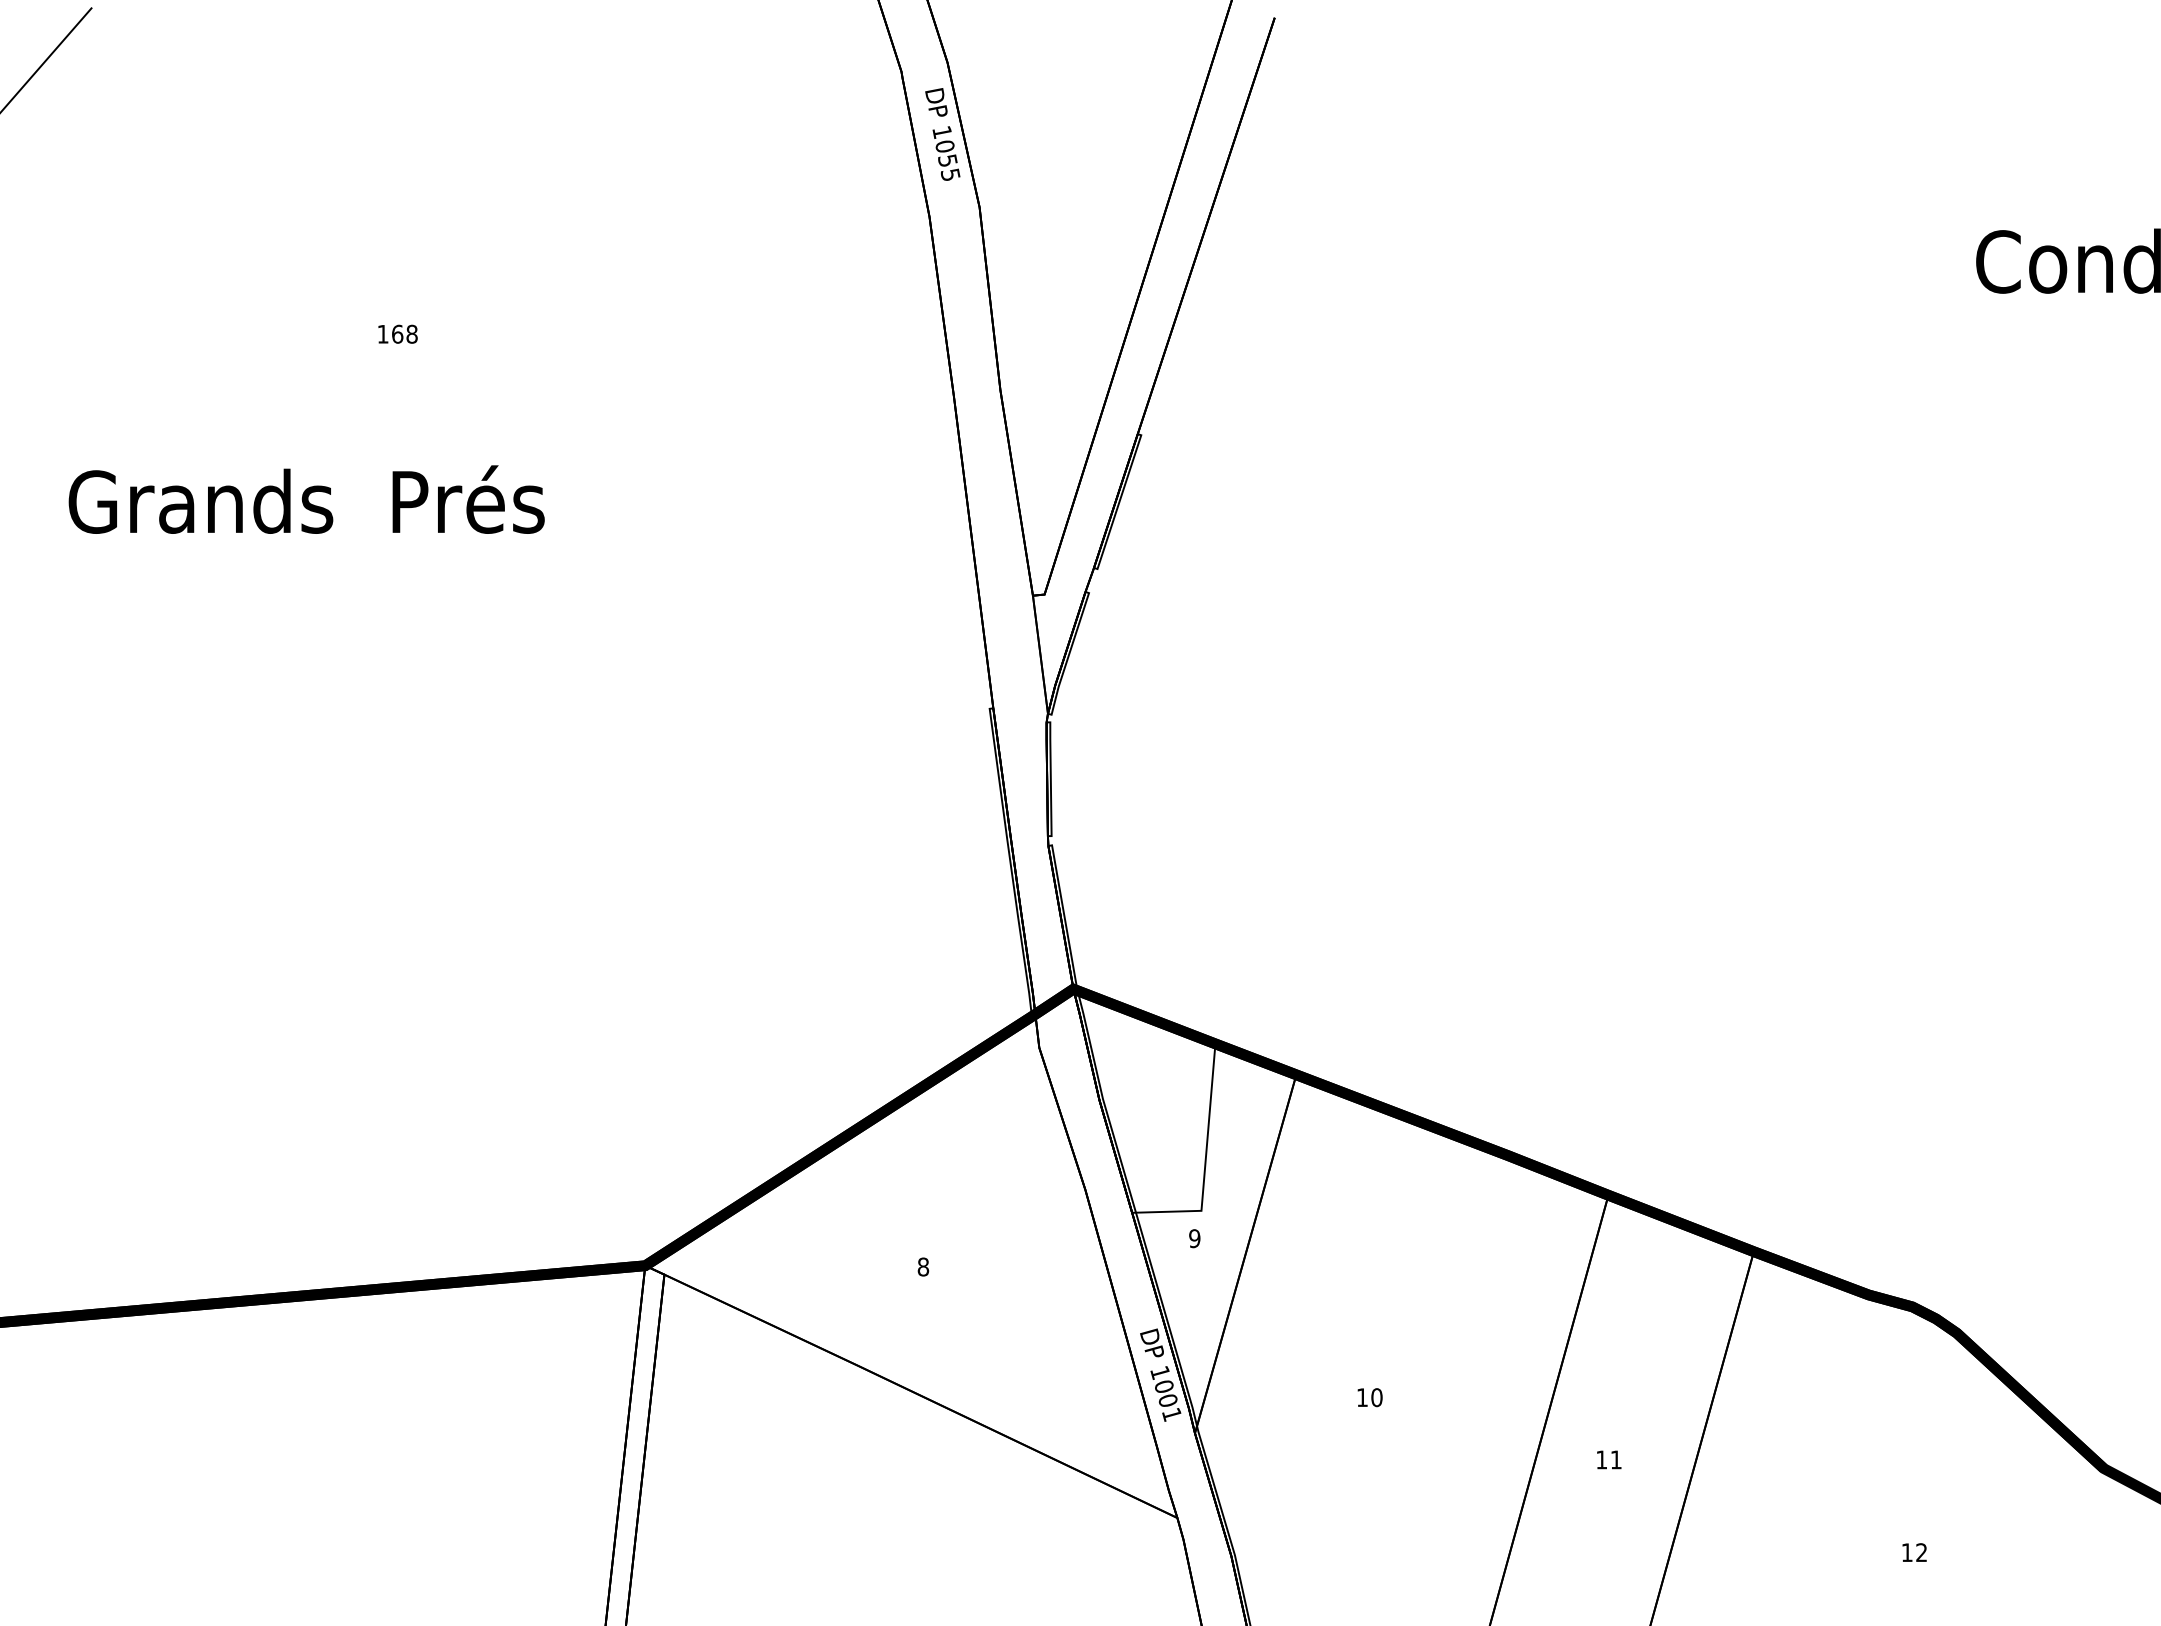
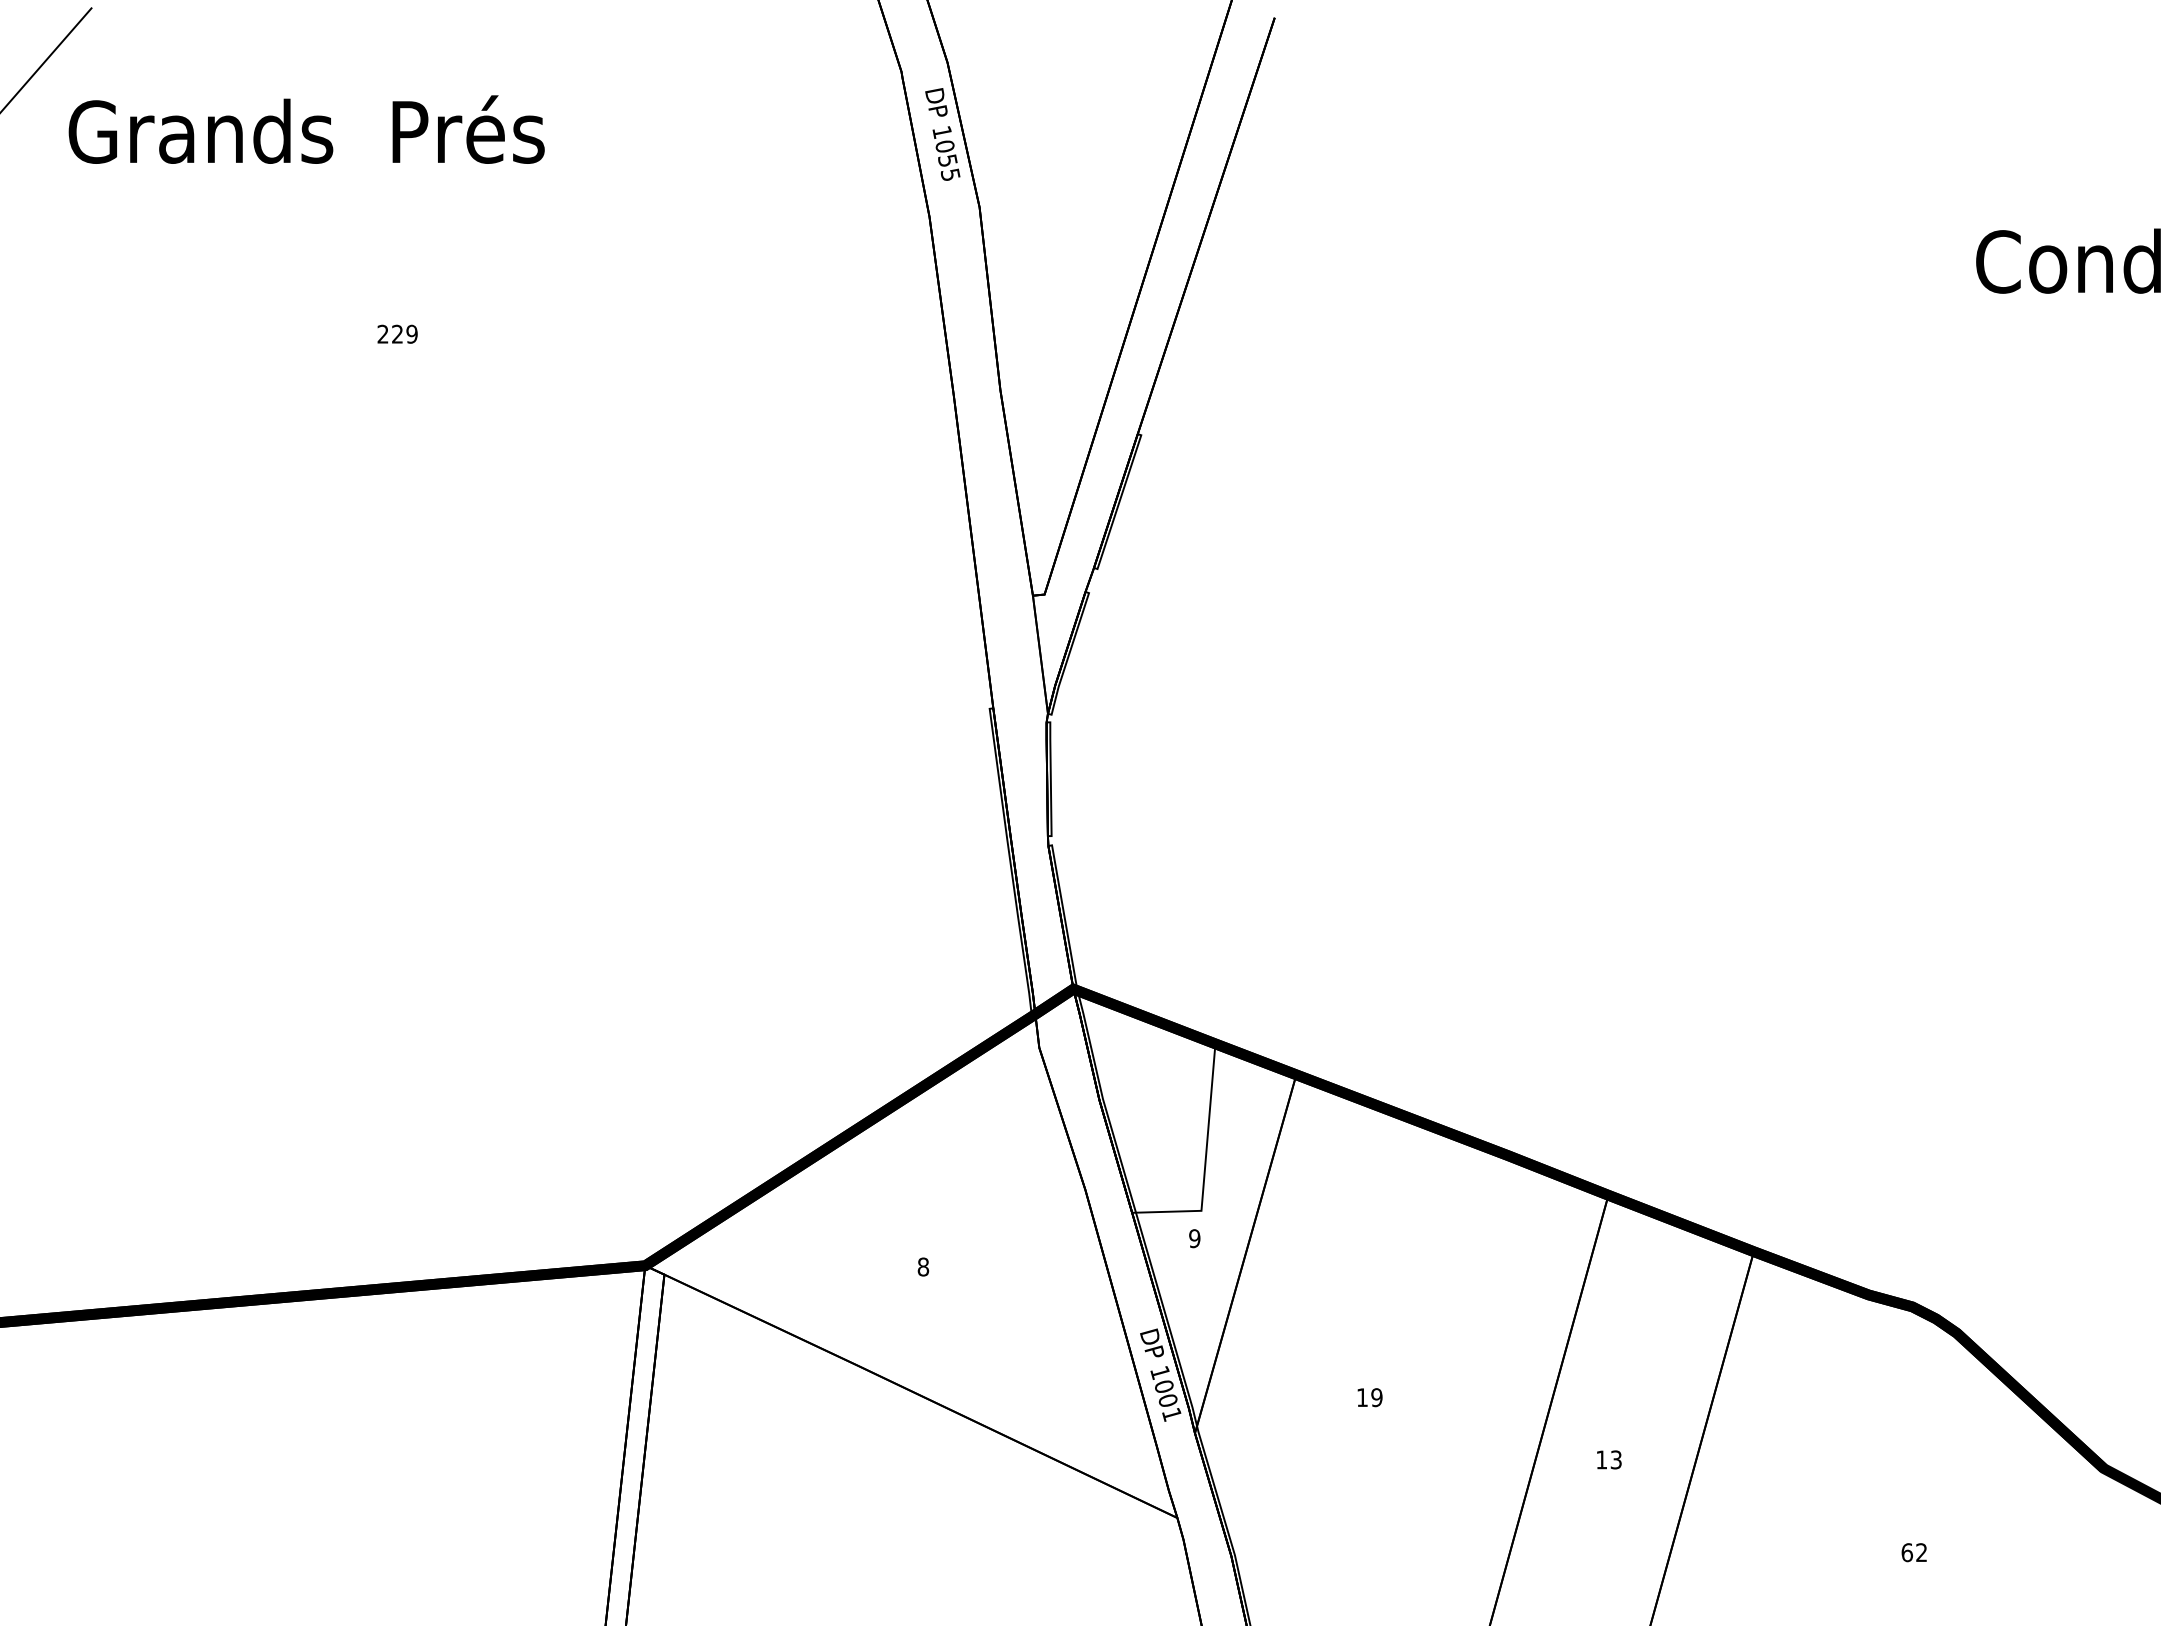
text at (397, 333): 168 -> 229
text at (306, 499) position: (306, 499) -> (306, 129)
text at (1376, 1397): 10 -> 19
text at (1615, 1459): 11 -> 13
text at (1907, 1552): 12 -> 62
